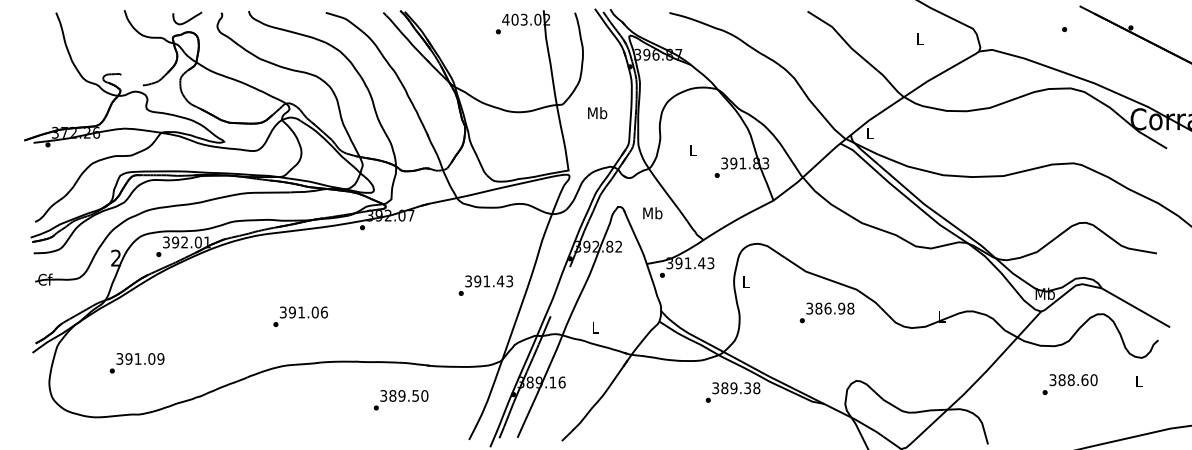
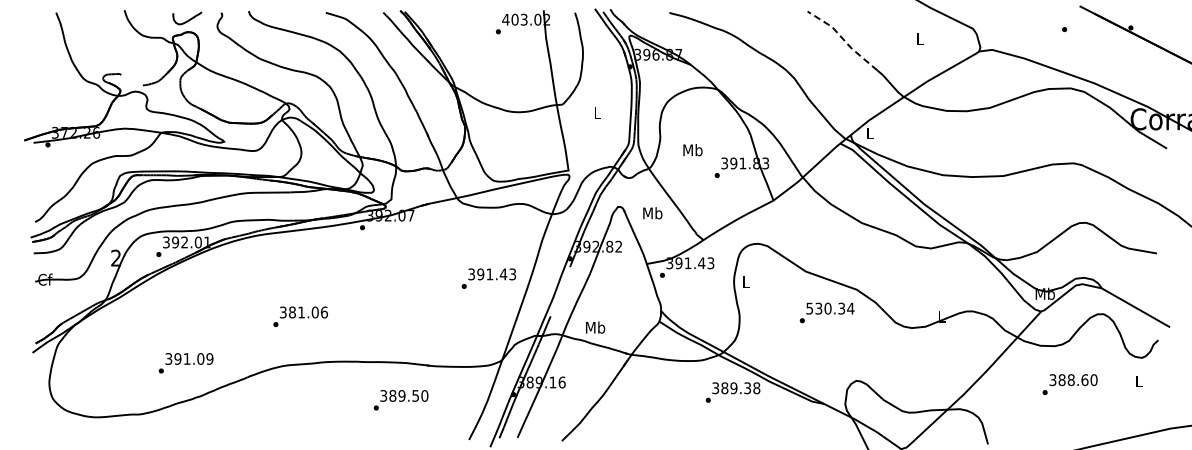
line at (843, 39): solid -> dashed
text at (597, 113): Mb -> L
text at (692, 150): L -> Mb
text at (485, 285) position: (485, 285) -> (488, 278)
text at (830, 308): 386.98 -> 530.34
text at (291, 312): 391.06 -> 381.06
text at (595, 327): L -> Mb
text at (136, 363) position: (136, 363) -> (185, 363)
